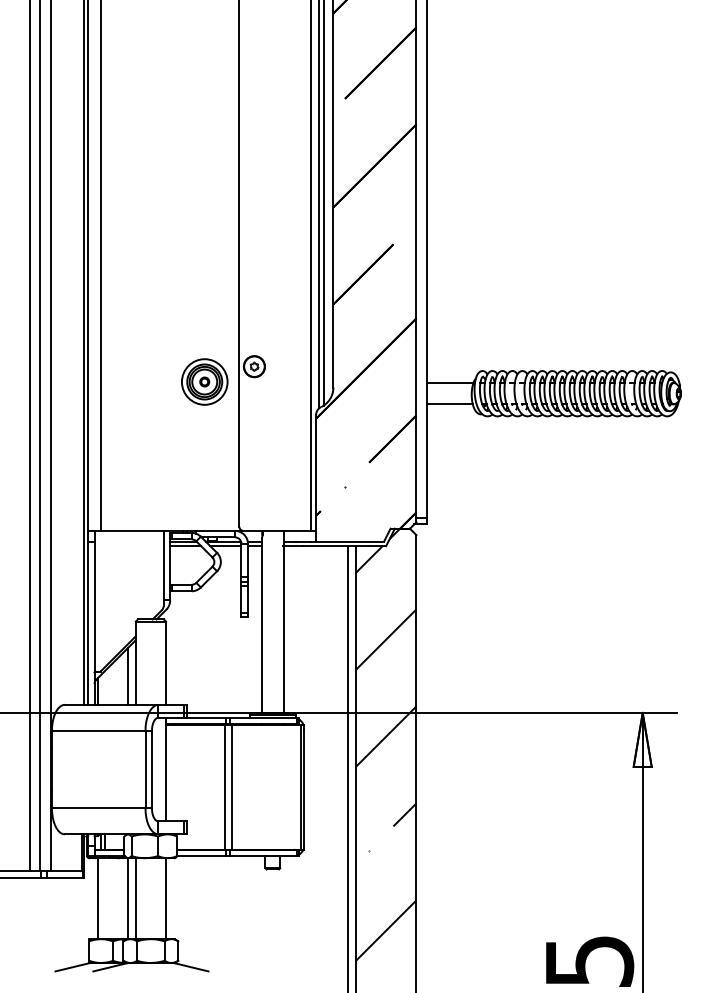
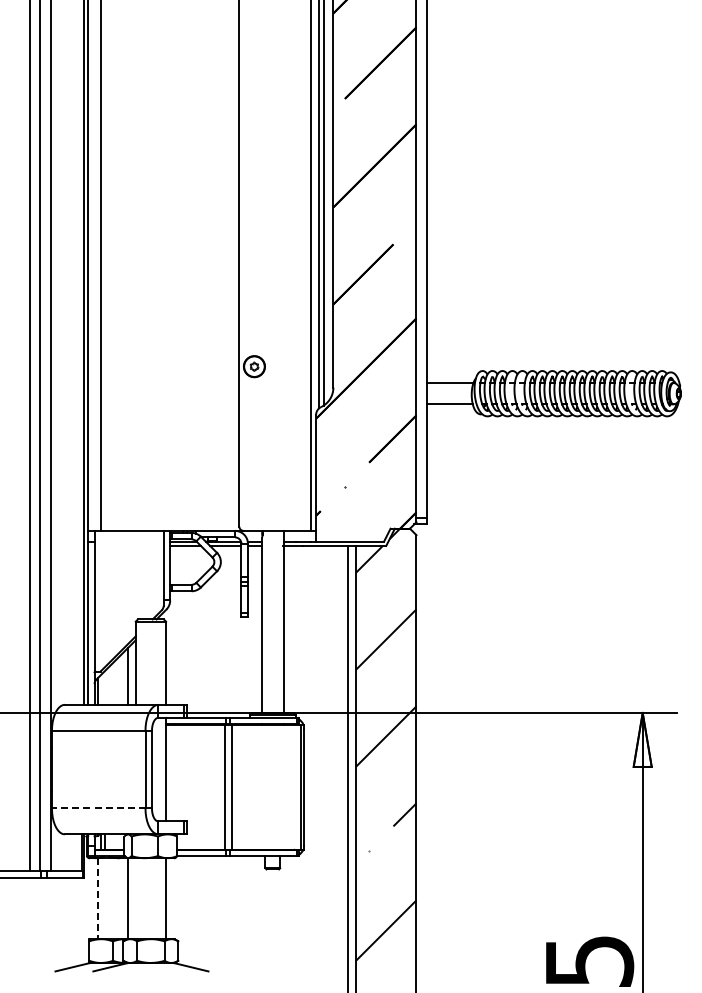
part at (204, 381): present -> none
line at (98, 808): solid -> dashed
line at (97, 898): solid -> dashed
line at (135, 898): present -> none
